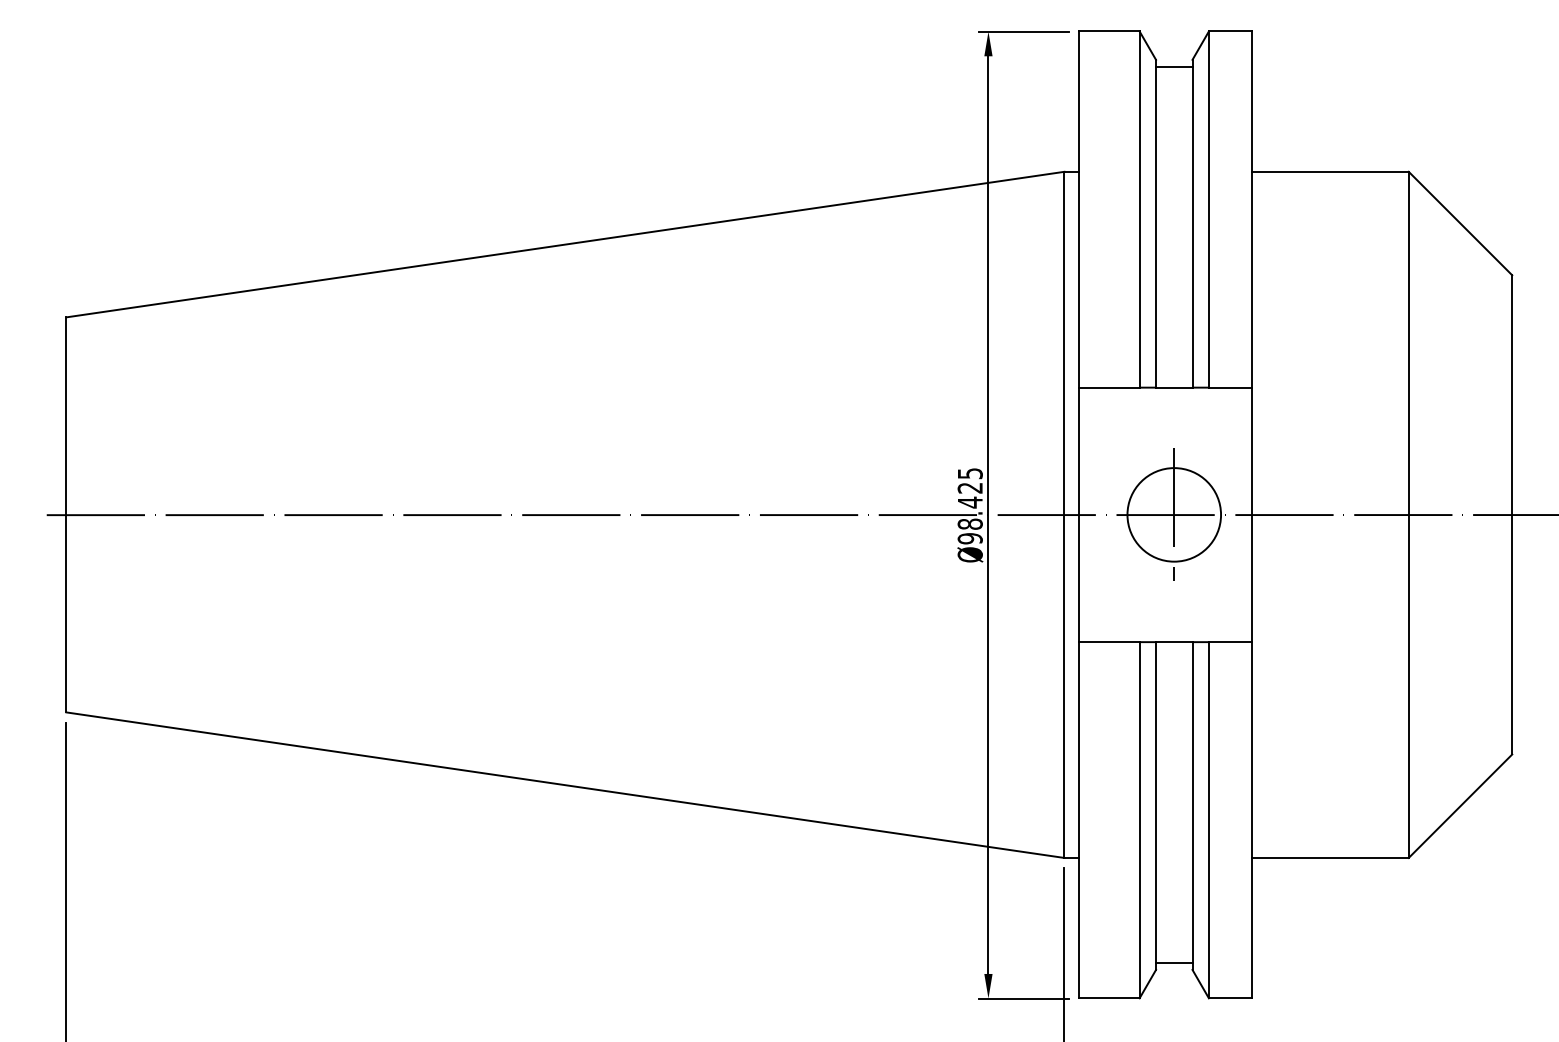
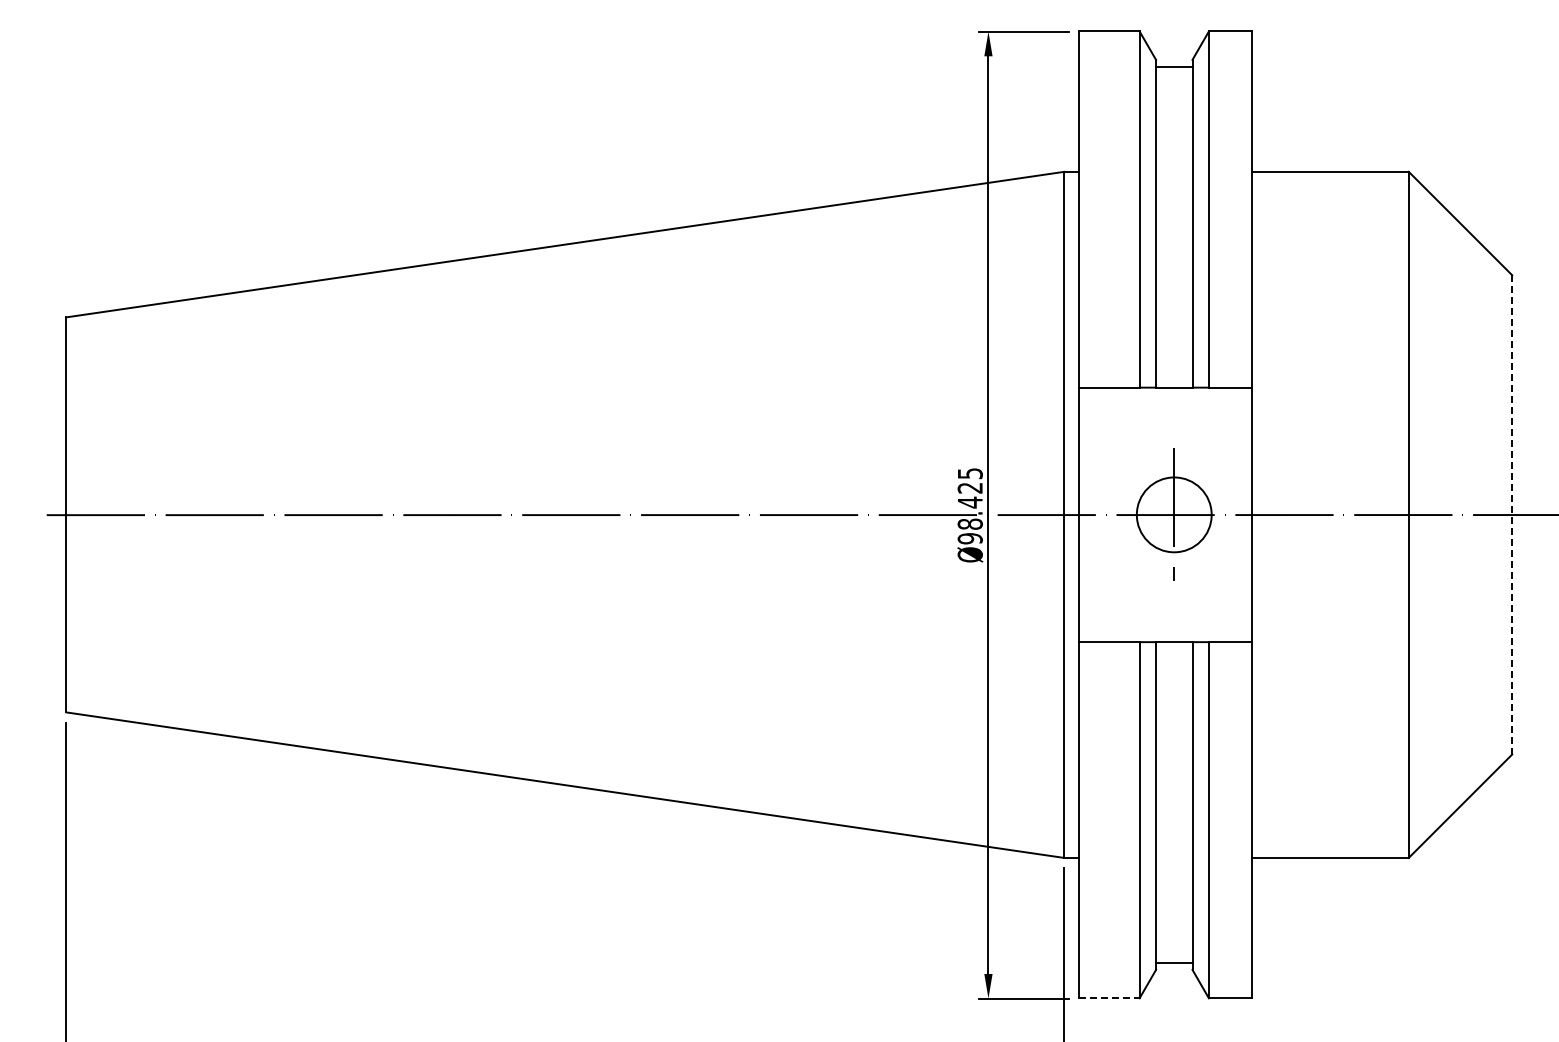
circle at (1174, 514) diameter: 94 px -> 75 px
line at (1512, 514): solid -> dashed
line at (1109, 998): solid -> dashed
